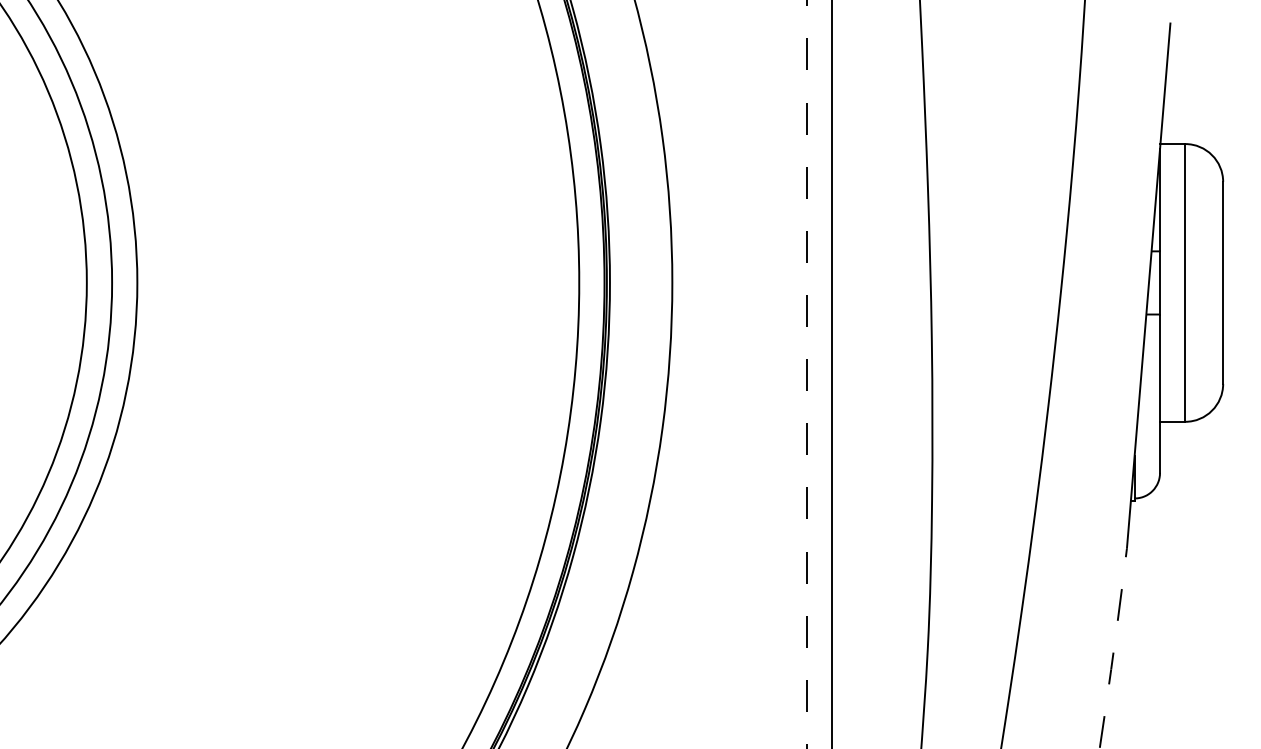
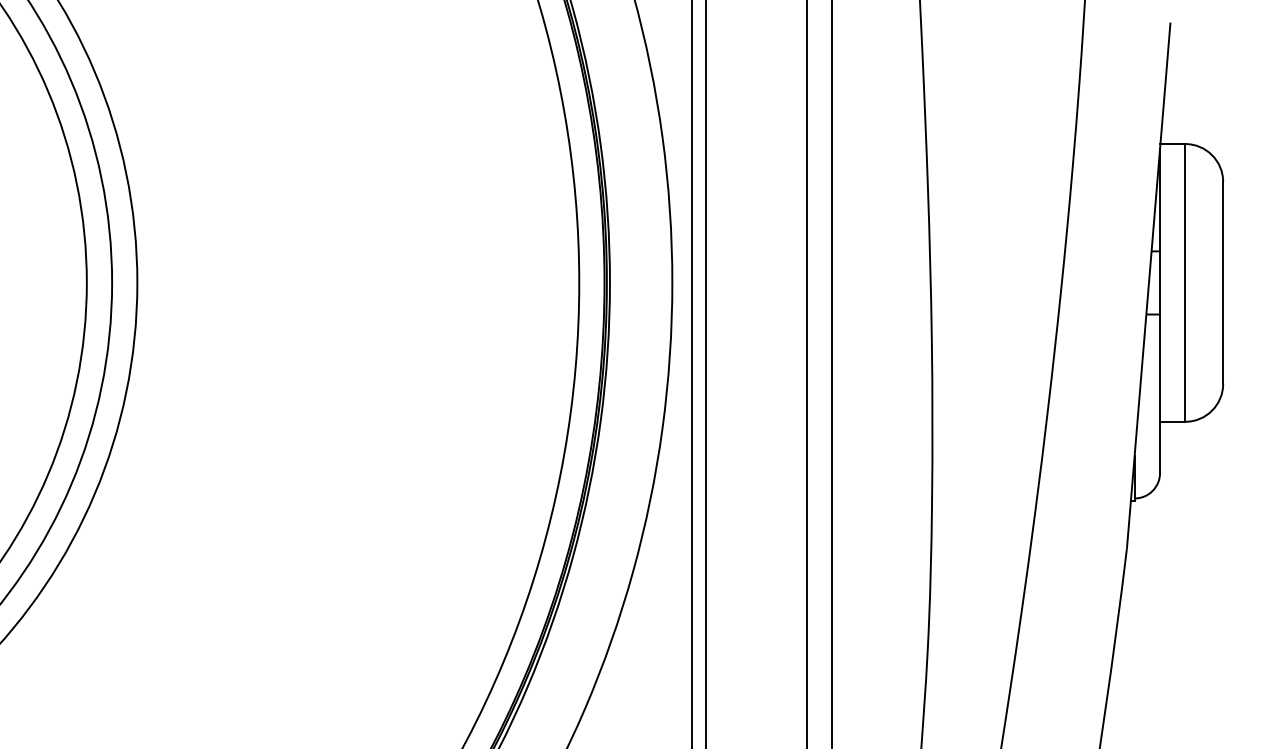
line at (692, 373): none -> present
line at (705, 373): none -> present
line at (806, 374): dashed -> solid
arc at (1114, 648): dashed -> solid
